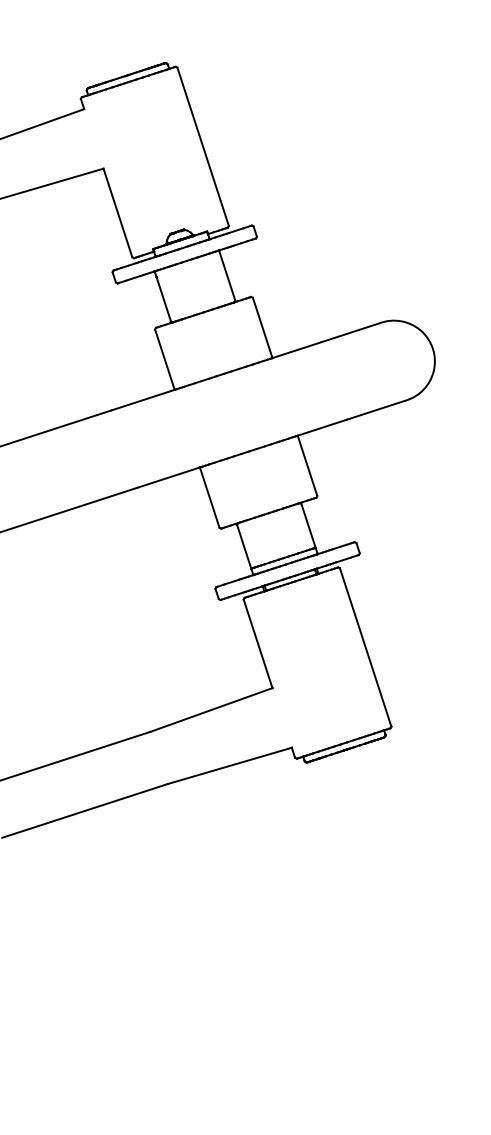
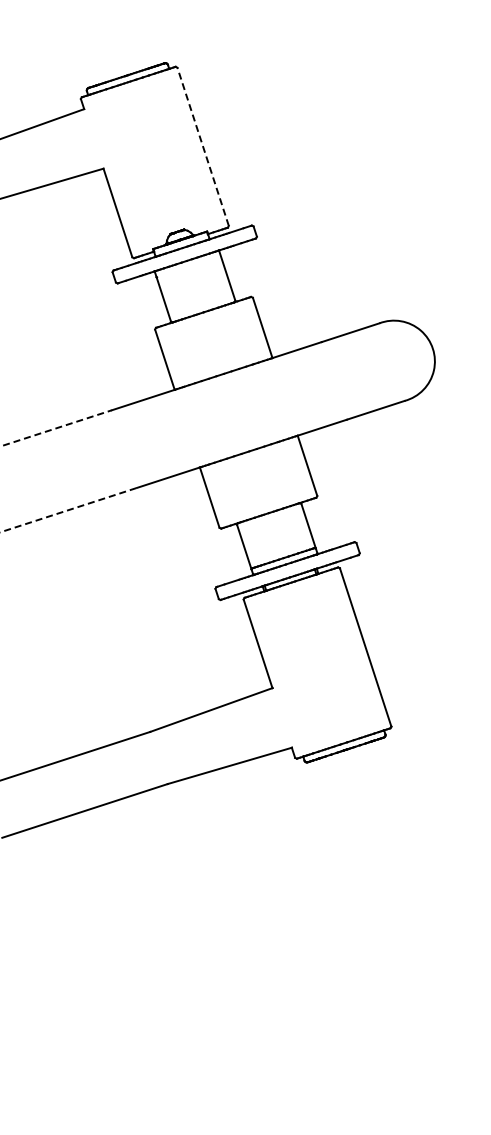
line at (202, 146): solid -> dashed
line at (56, 428): solid -> dashed
line at (68, 510): solid -> dashed
